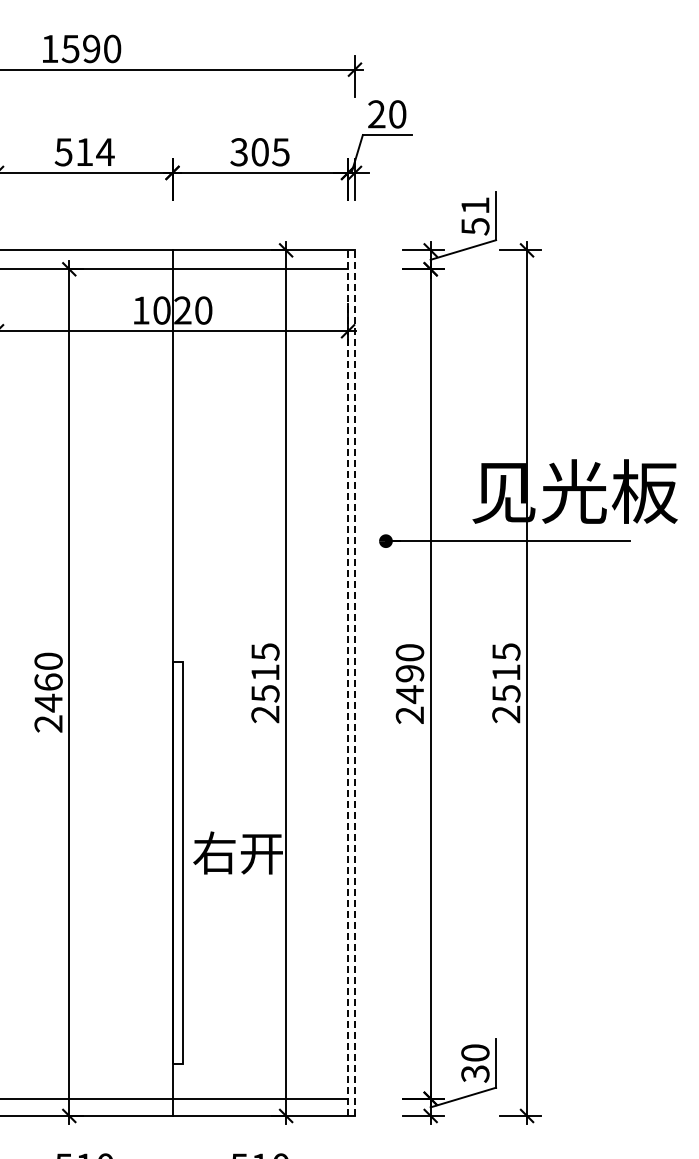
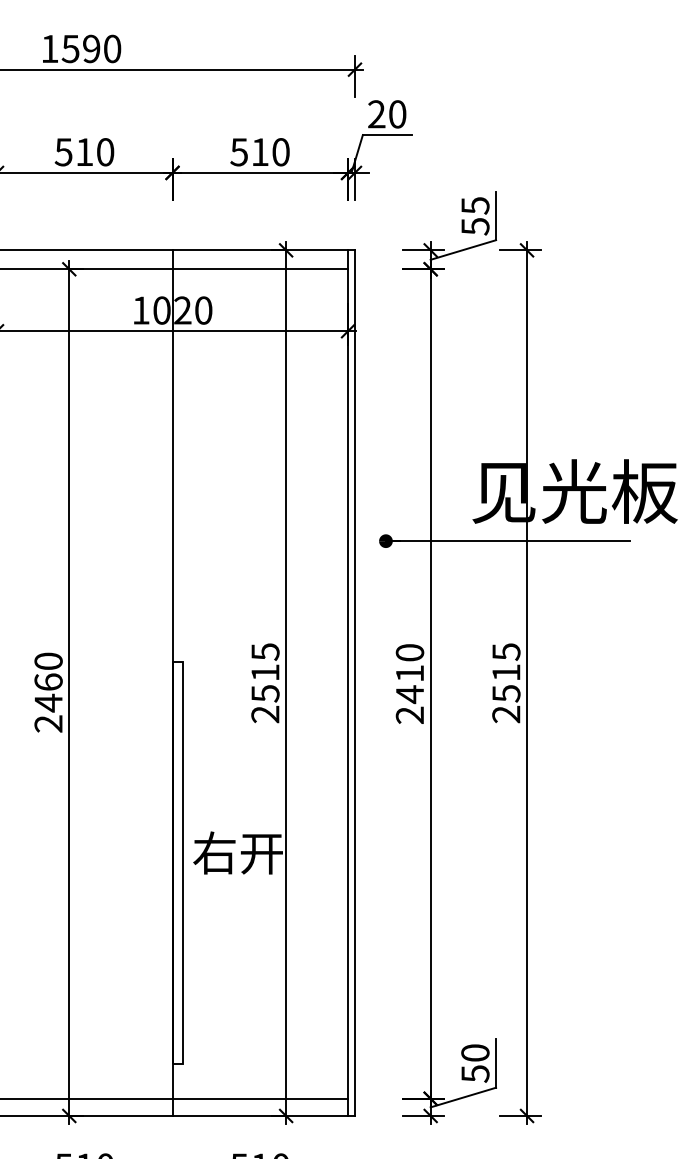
text at (105, 152): 514 -> 510
text at (259, 152): 305 -> 510
text at (475, 205): 51 -> 55
text at (409, 673): 2490 -> 2410
line at (348, 683): dashed -> solid
line at (354, 683): dashed -> solid
text at (475, 1073): 30 -> 50
